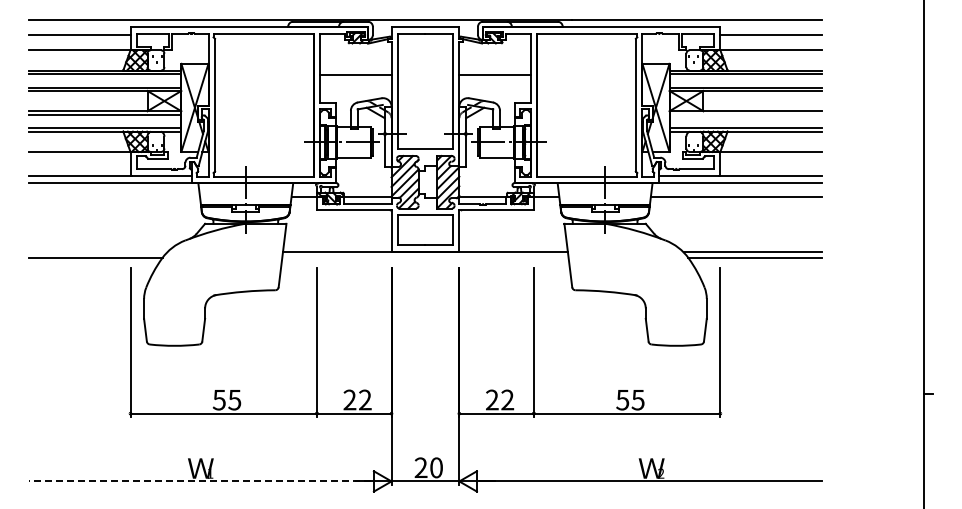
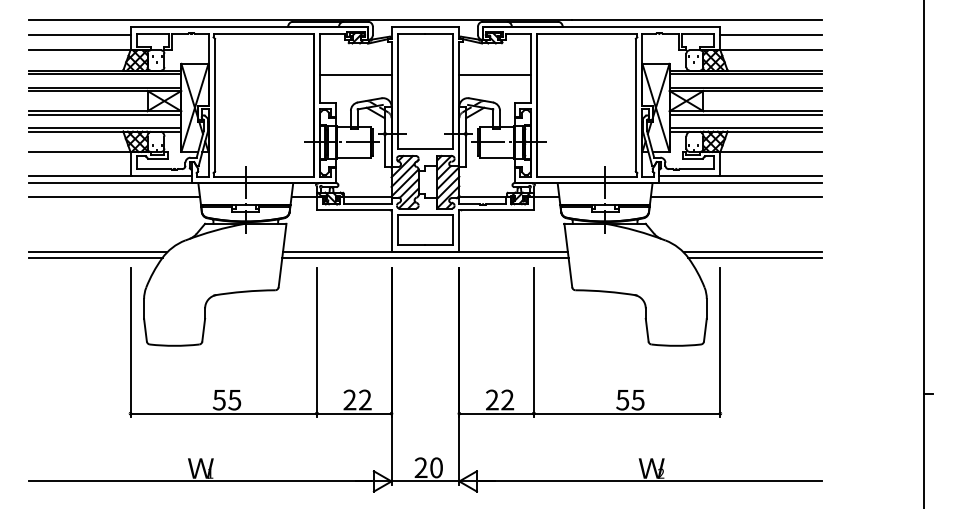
line at (745, 114): none -> present
line at (114, 196): none -> present
line at (97, 252): none -> present
line at (425, 257): none -> present
line at (199, 481): dashed -> solid
